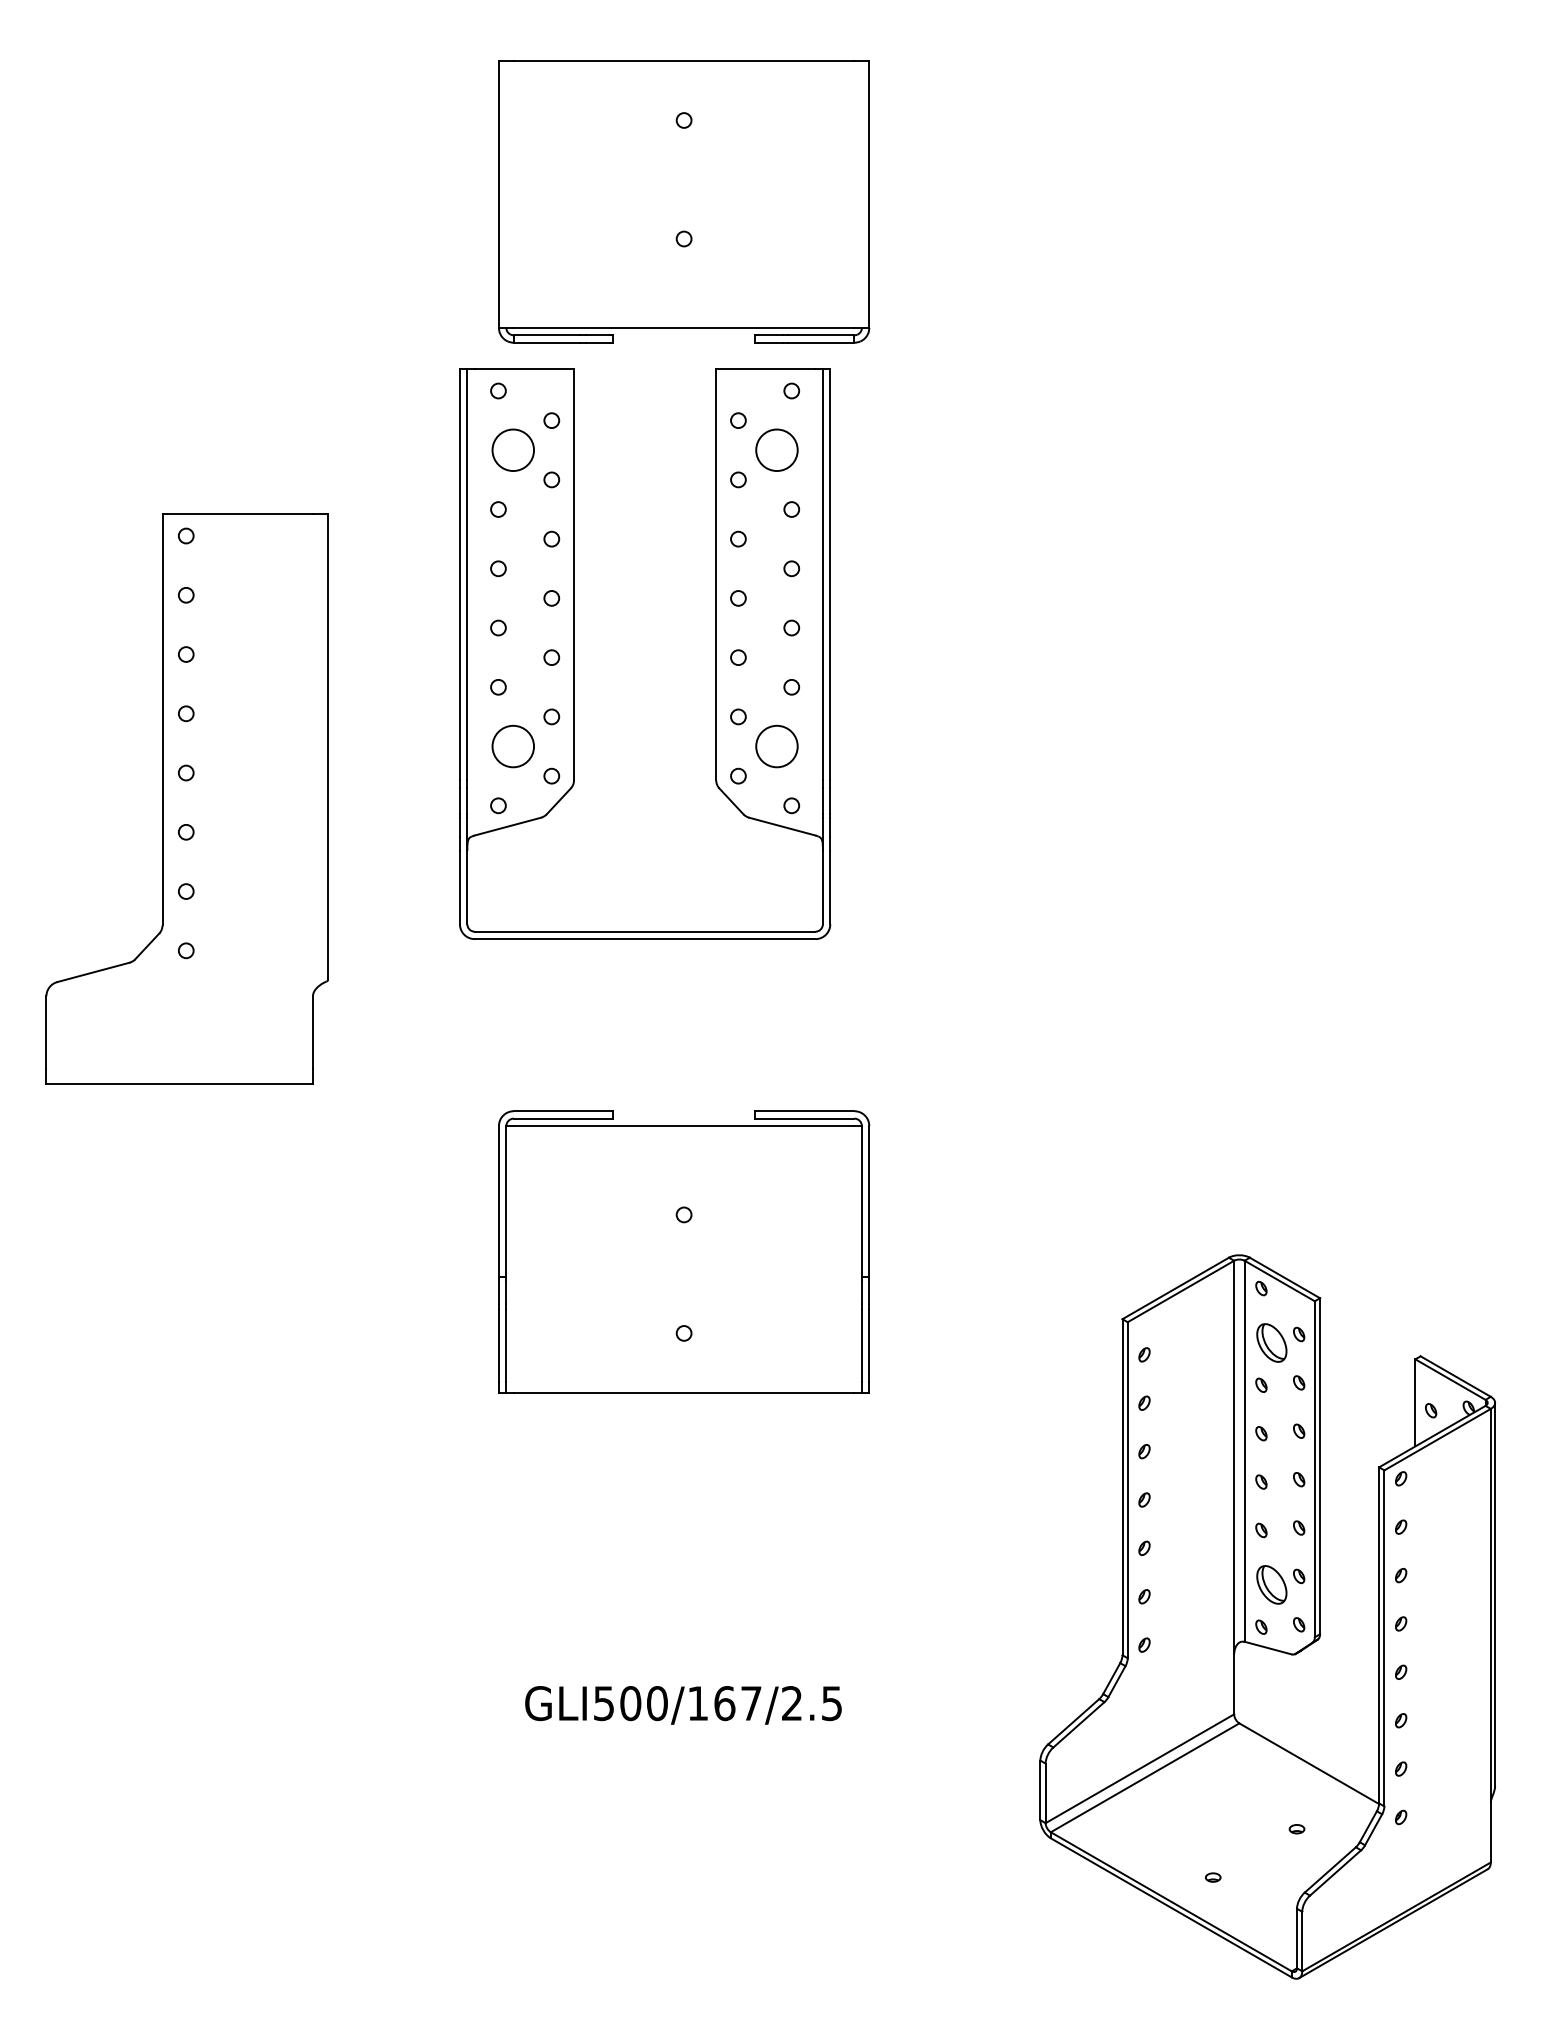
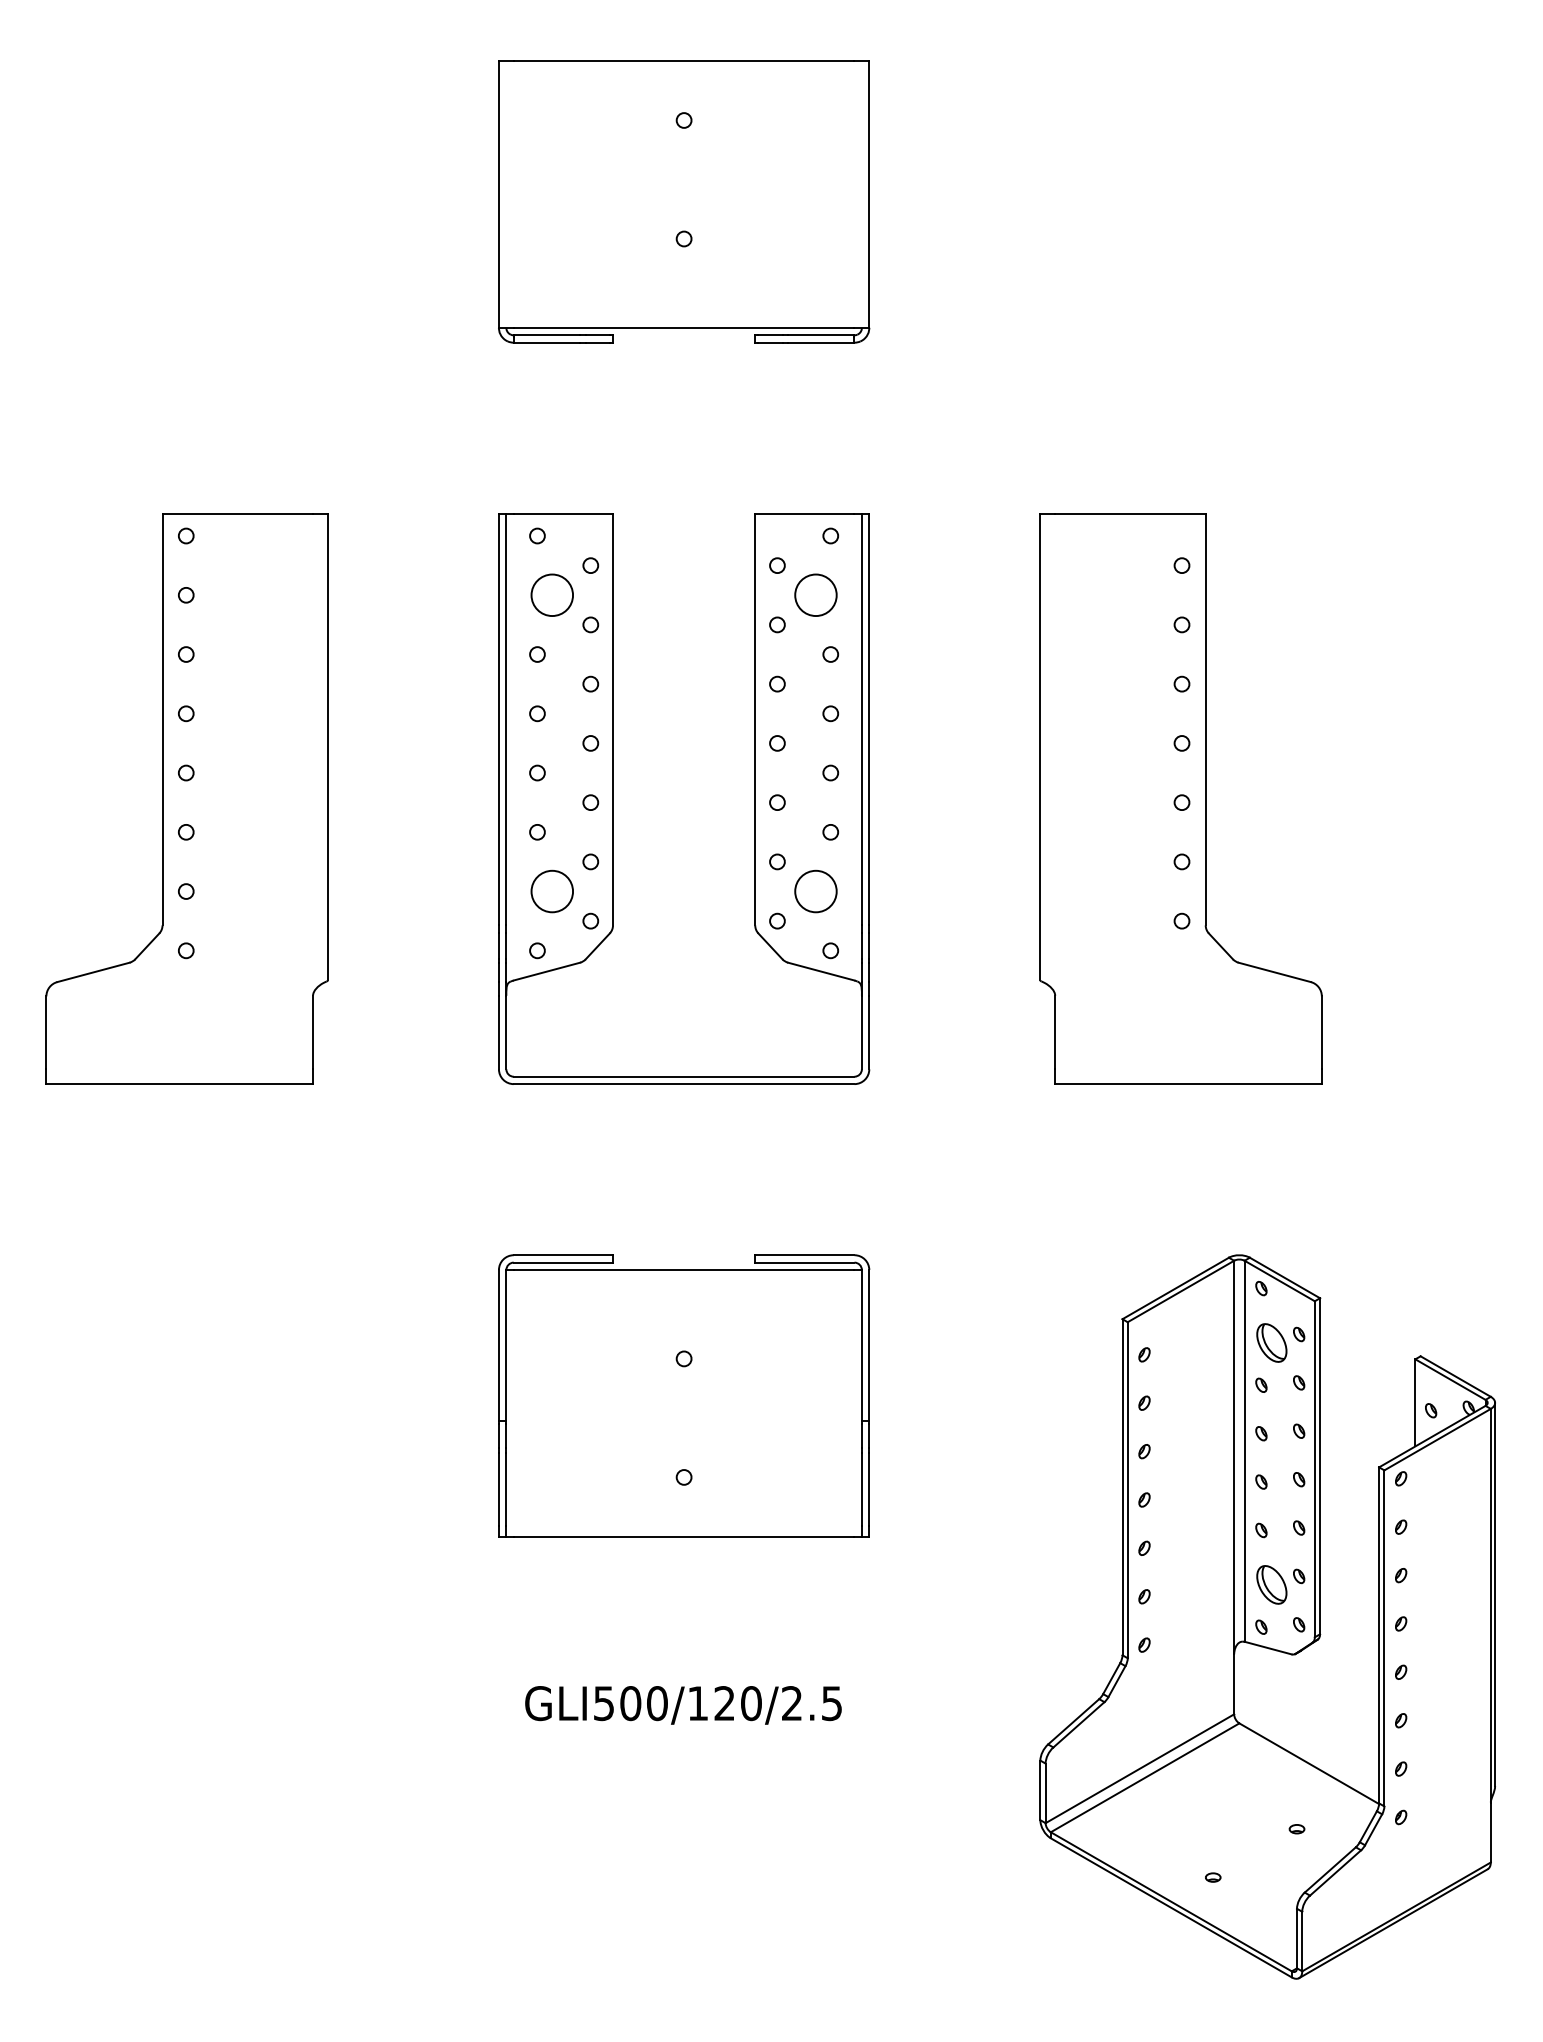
part at (715, 653) position: (715, 653) -> (754, 798)
part at (1180, 798): none -> present
part at (684, 1251) position: (684, 1251) -> (684, 1395)
text at (737, 1703): GLI500/167/2.5 -> GLI500/120/2.5
